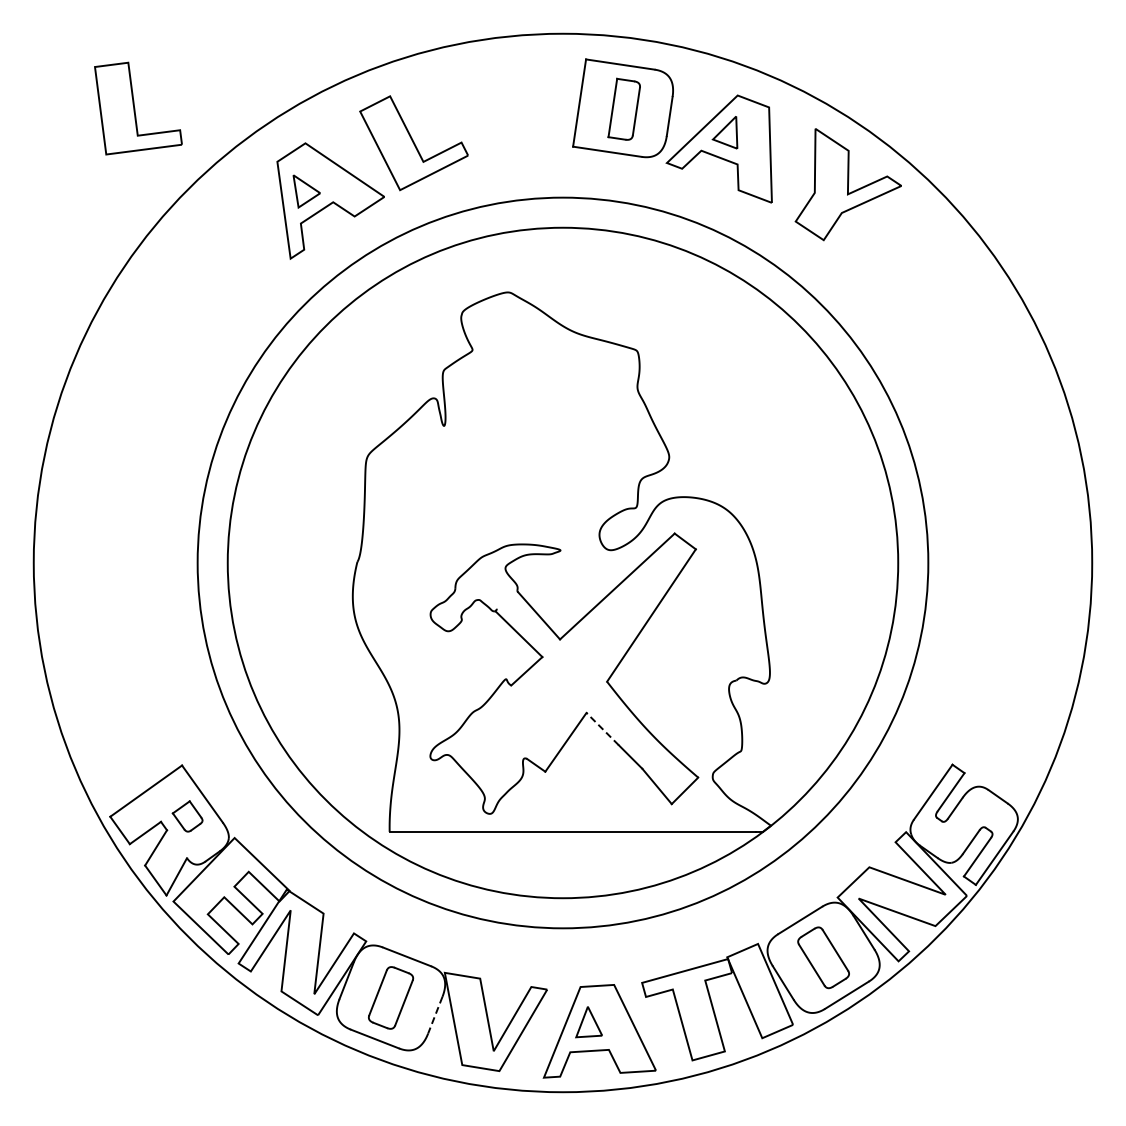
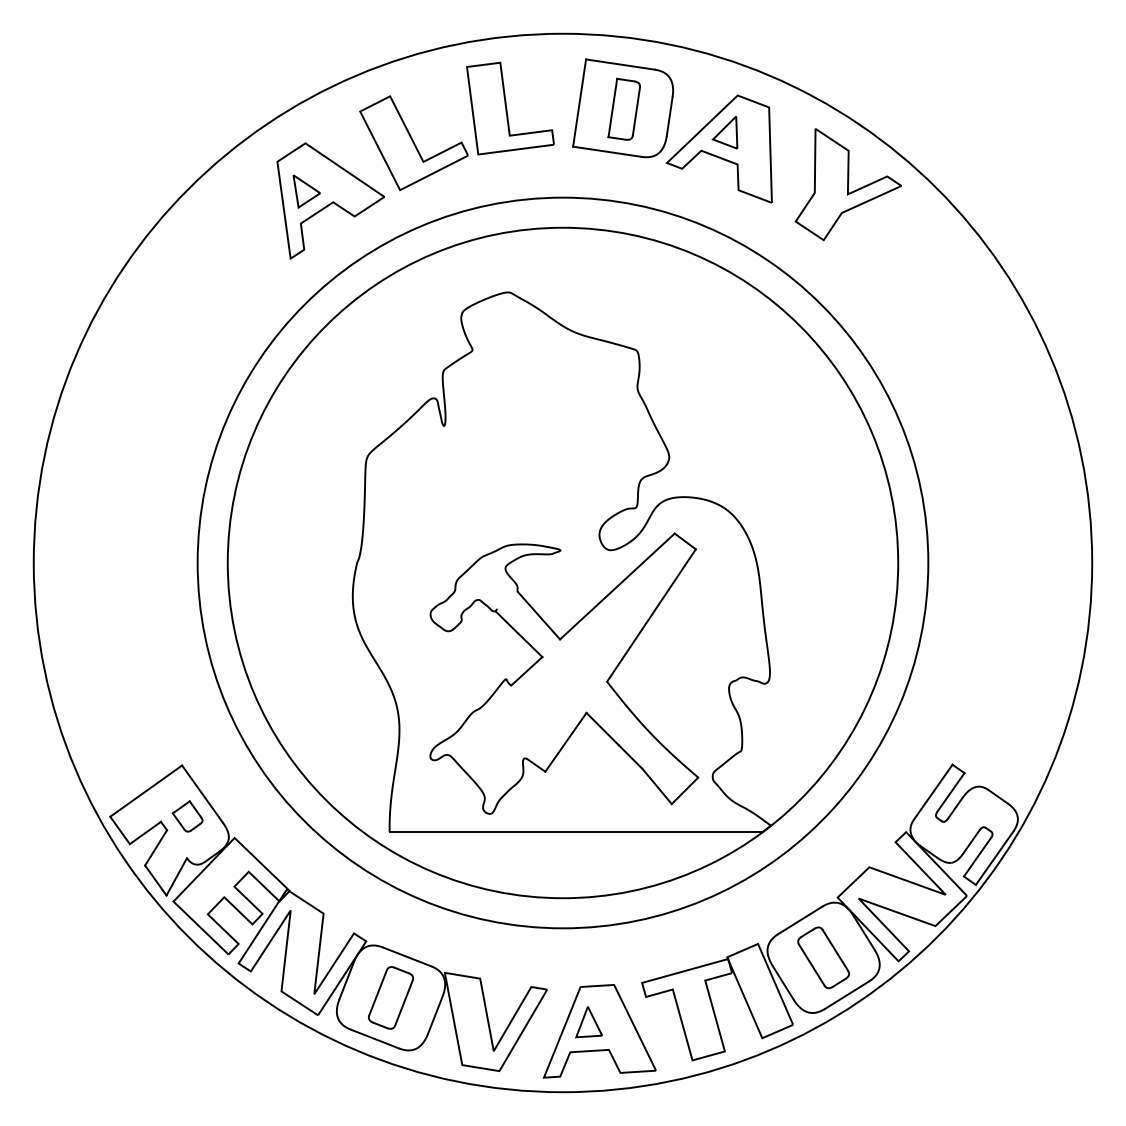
part at (138, 108) position: (138, 108) -> (510, 108)
line at (602, 729): dashed -> solid
line at (435, 1015): dashed -> solid
